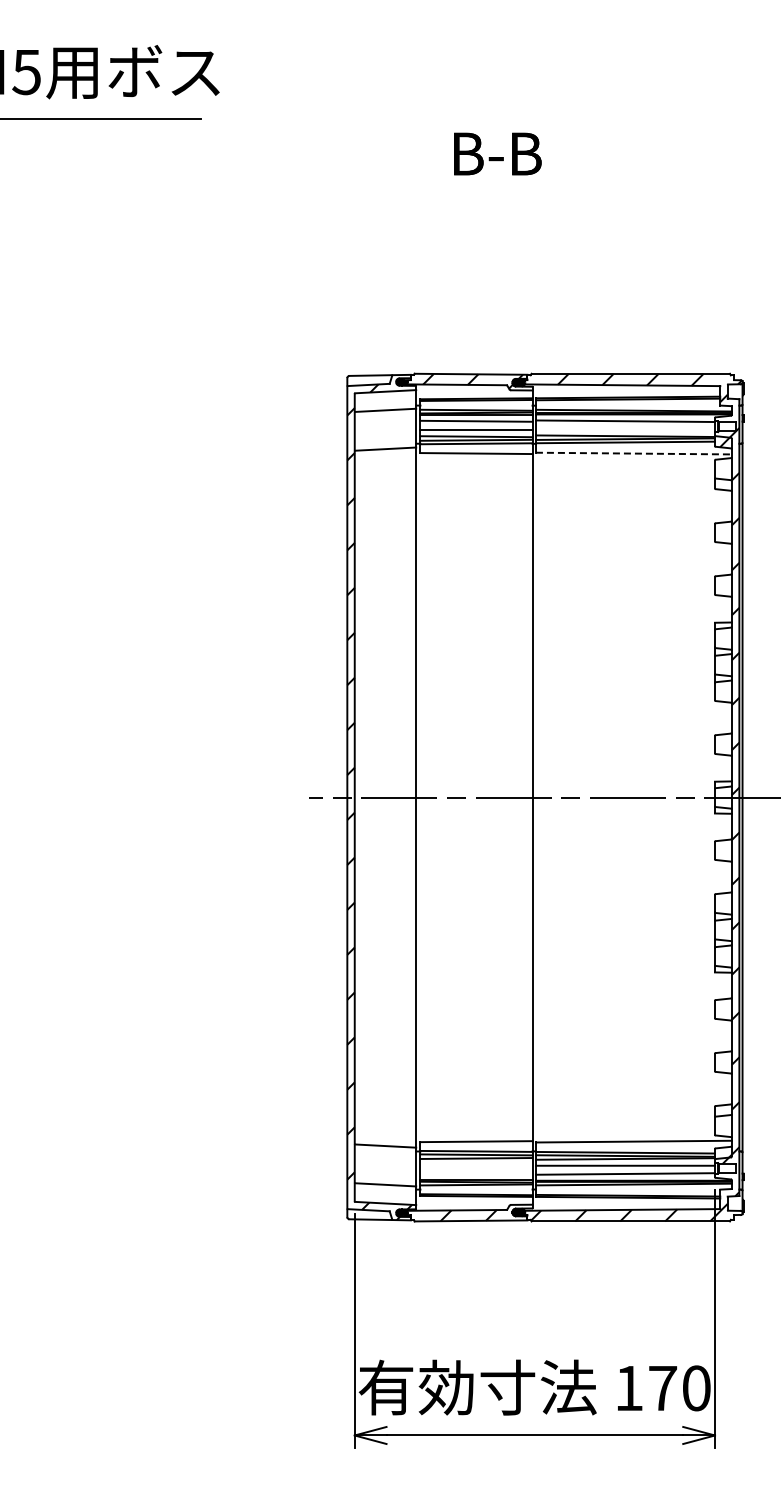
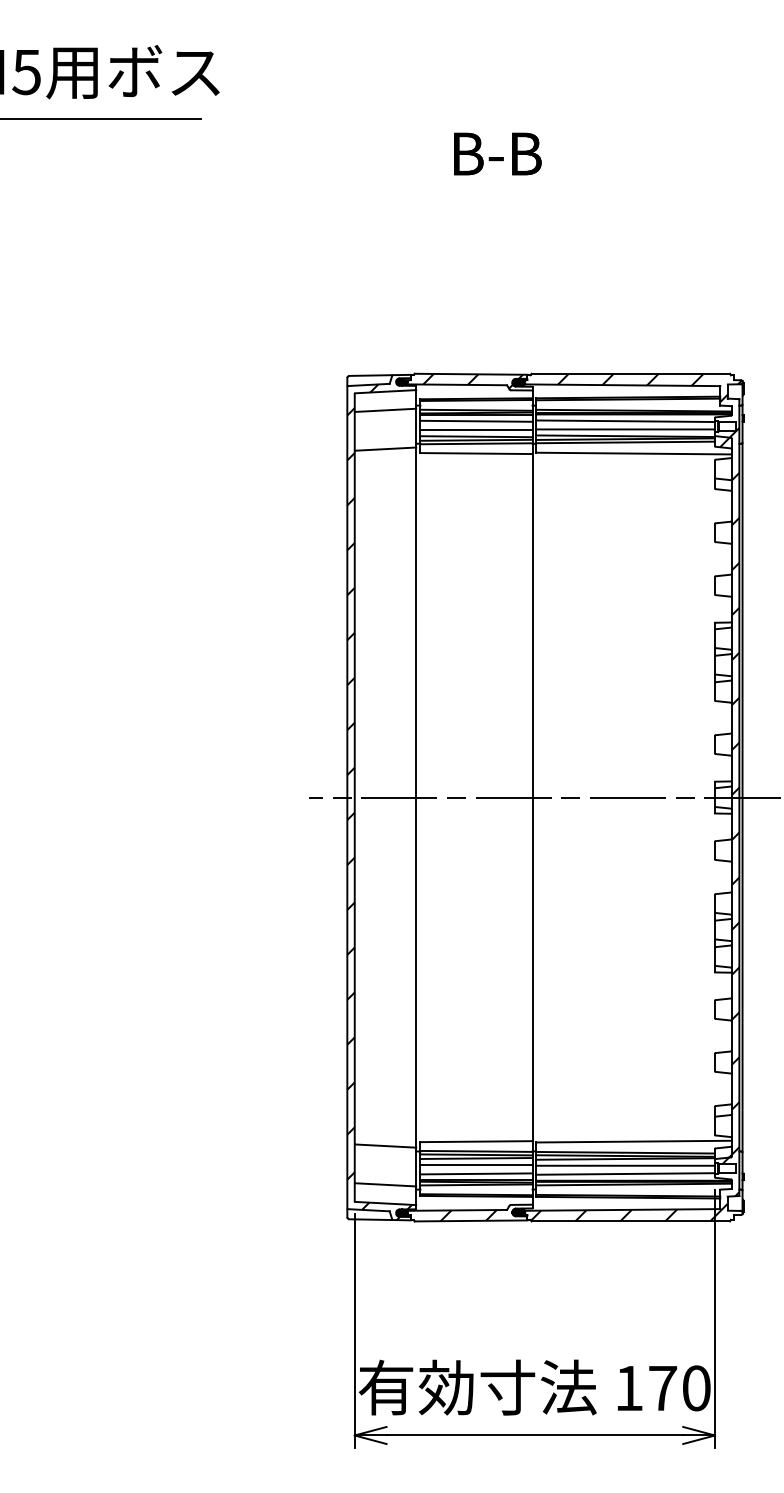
line at (624, 429): none -> present
line at (634, 453): dashed -> solid
line at (476, 1164): none -> present
line at (476, 1173): none -> present
